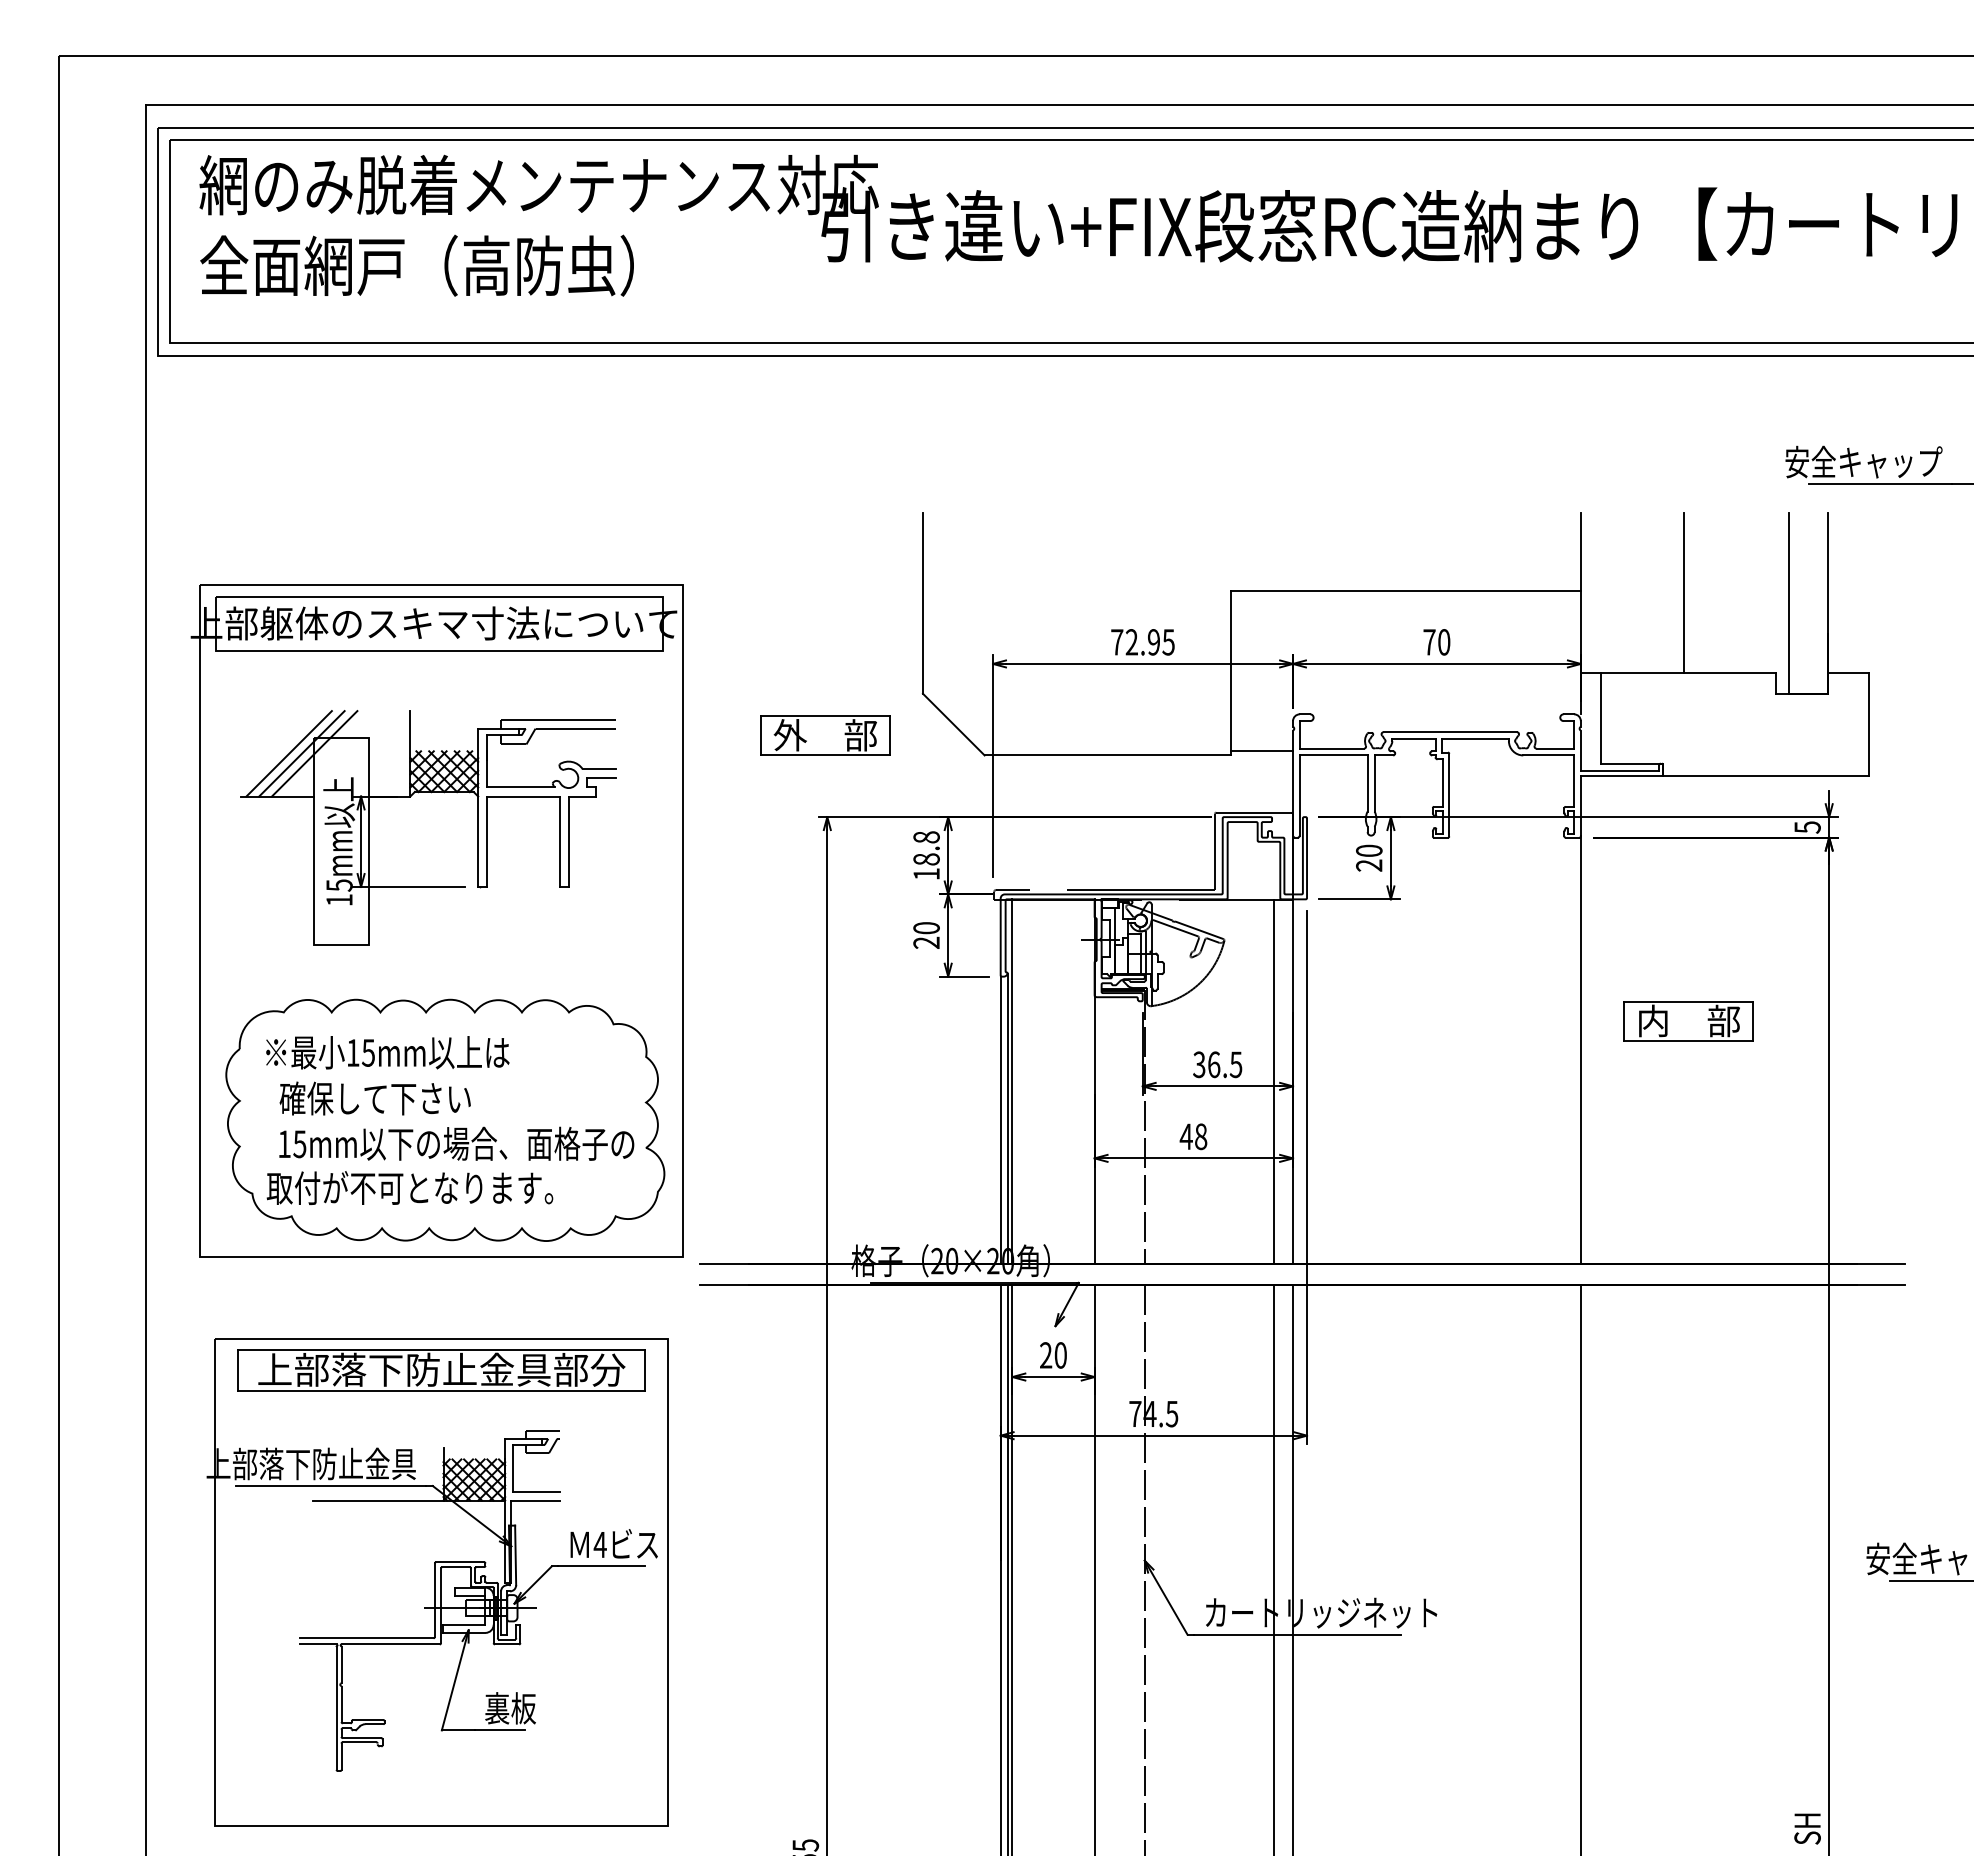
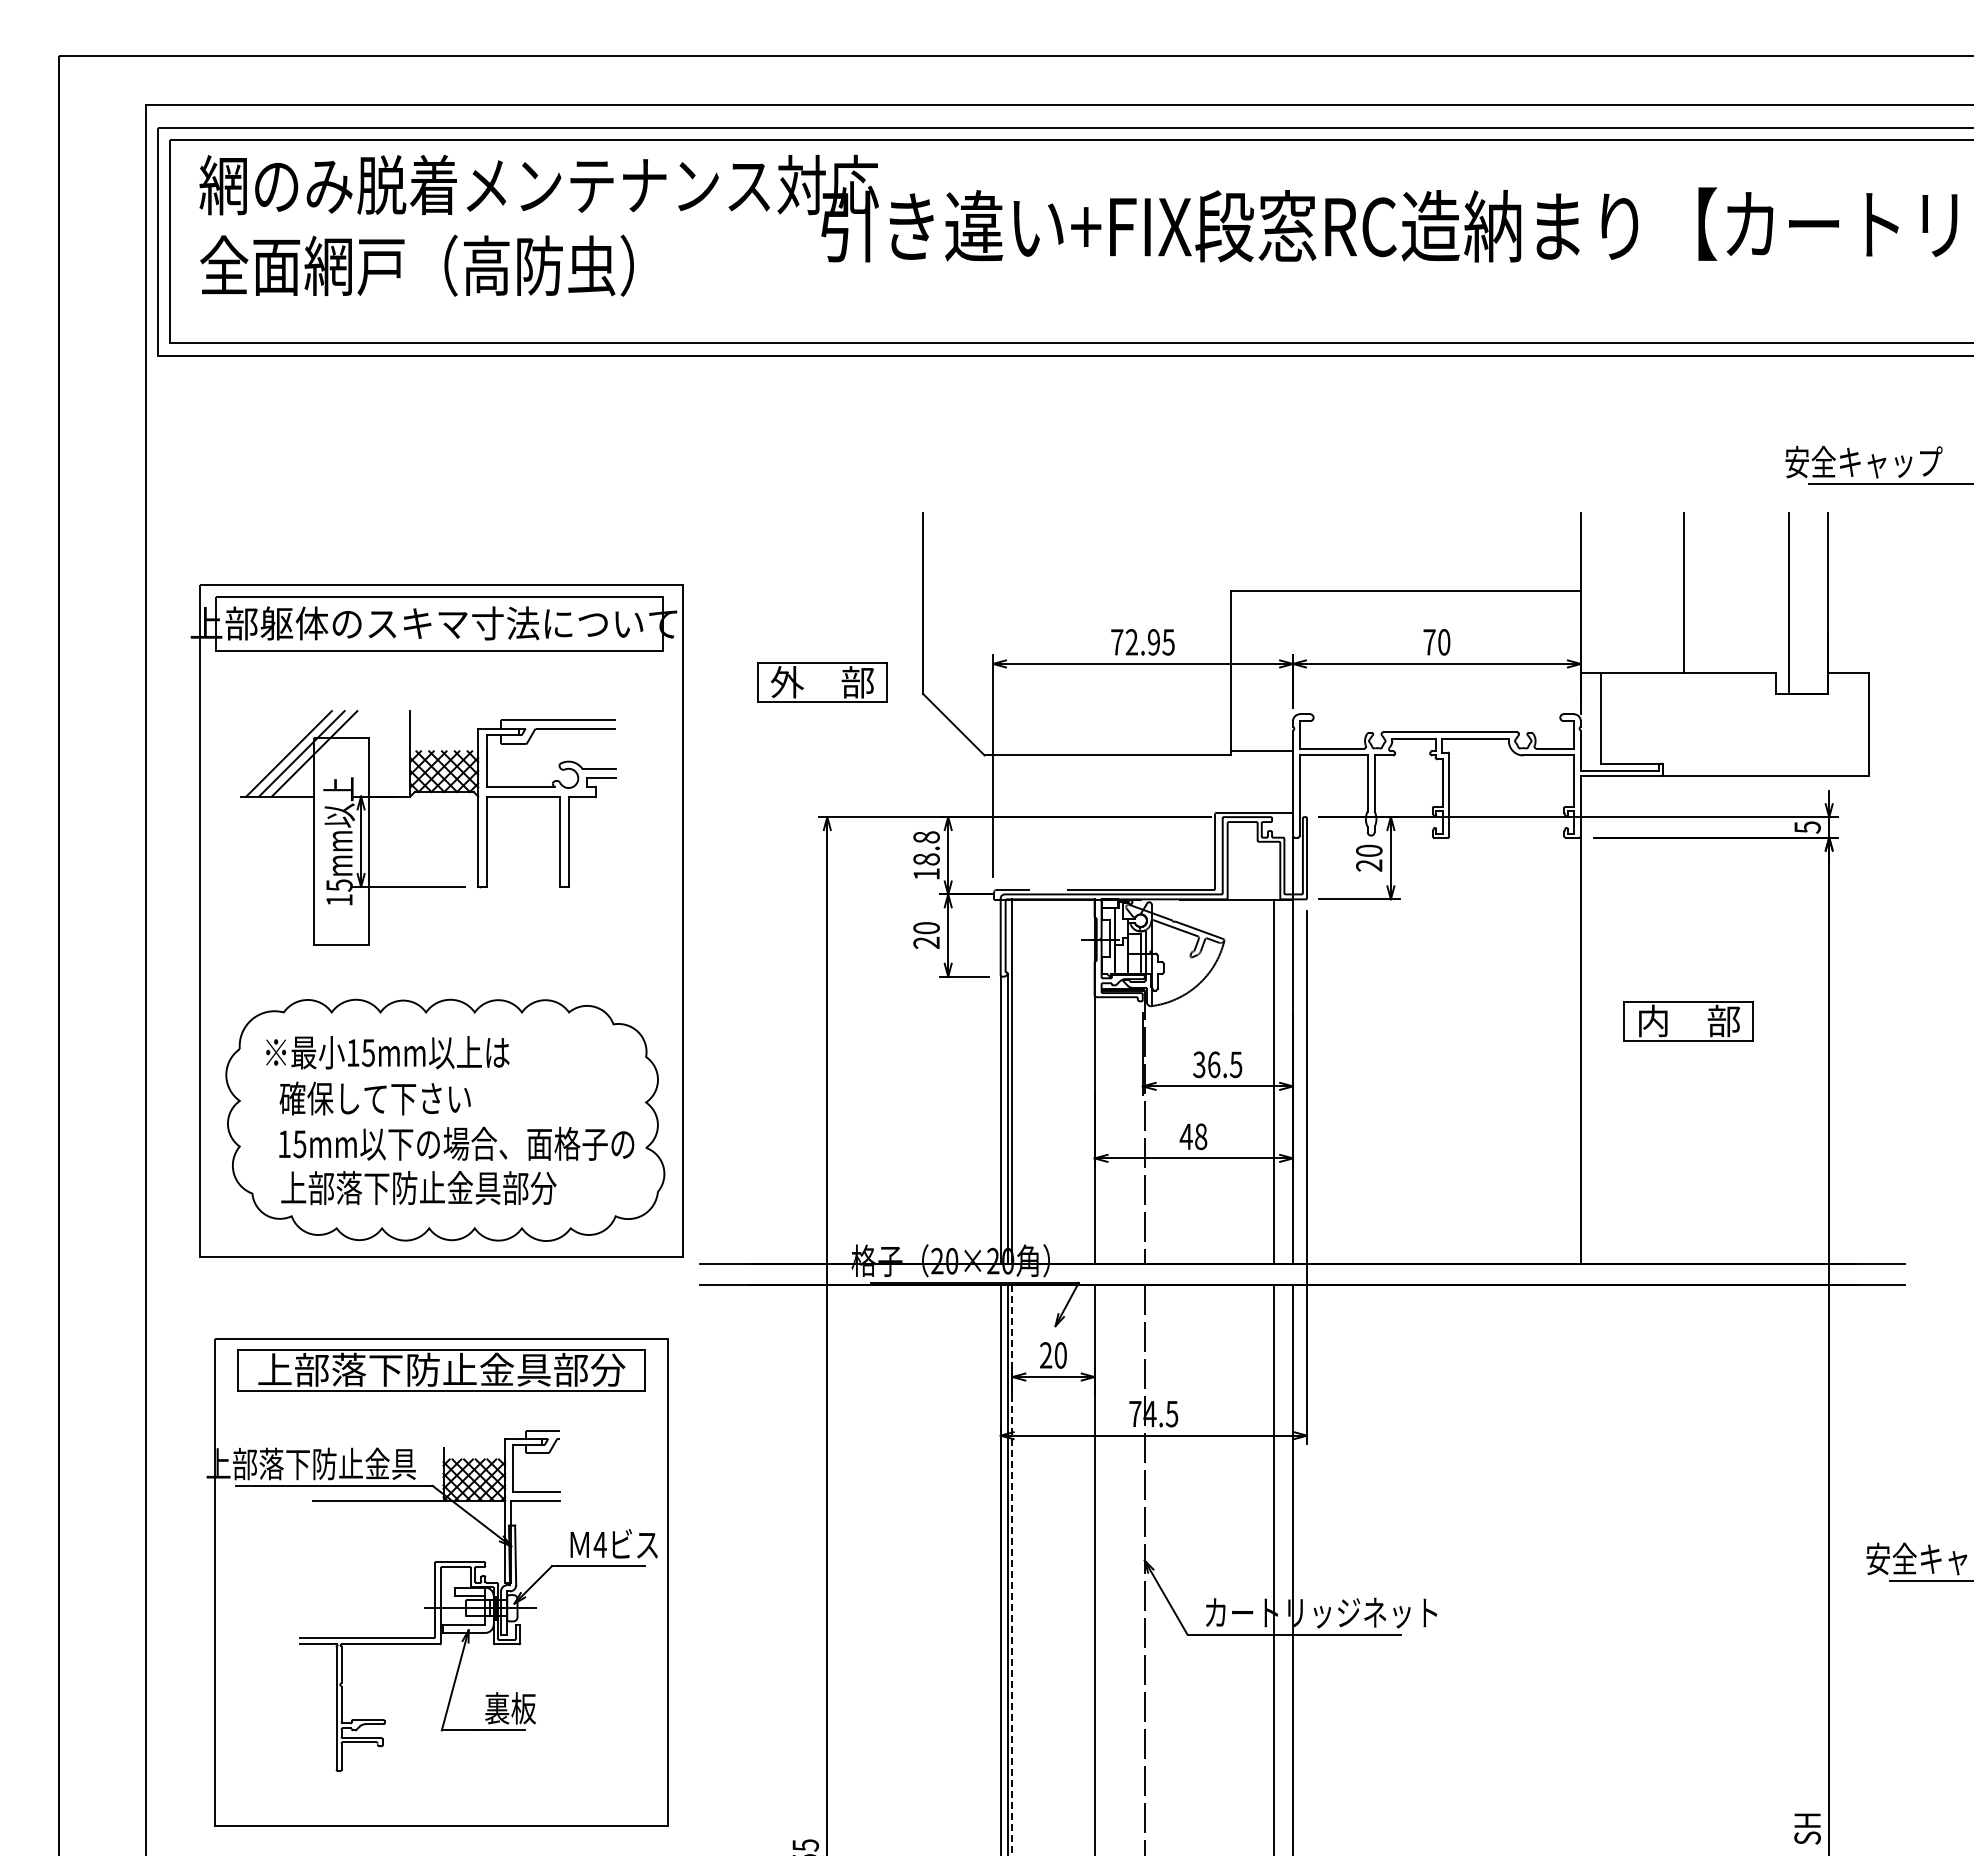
part at (825, 735) position: (825, 735) -> (822, 682)
text at (411, 1188): 取付が不可となります。 -> 上部落下防止金具部分
line at (1580, 1568): present -> none
line at (1012, 1570): solid -> dashed
